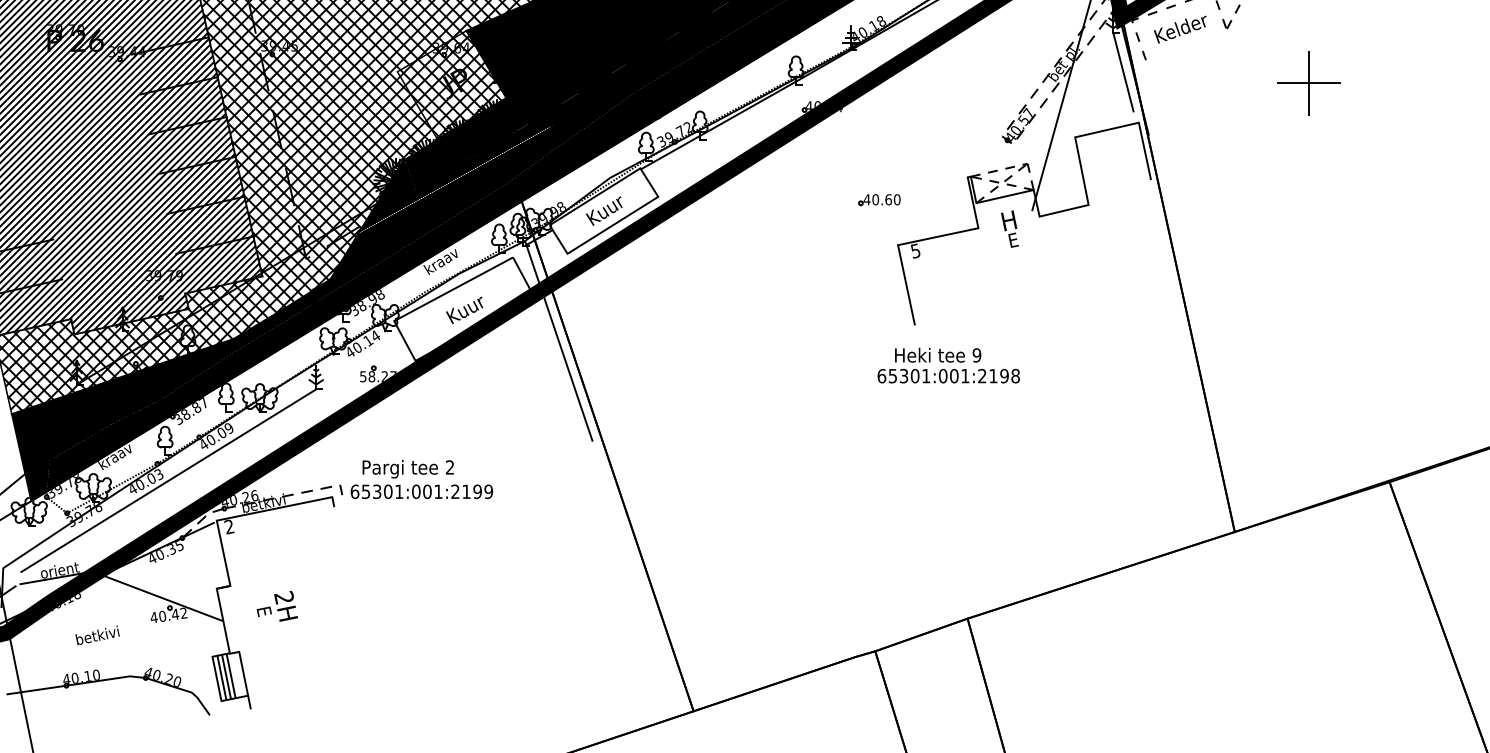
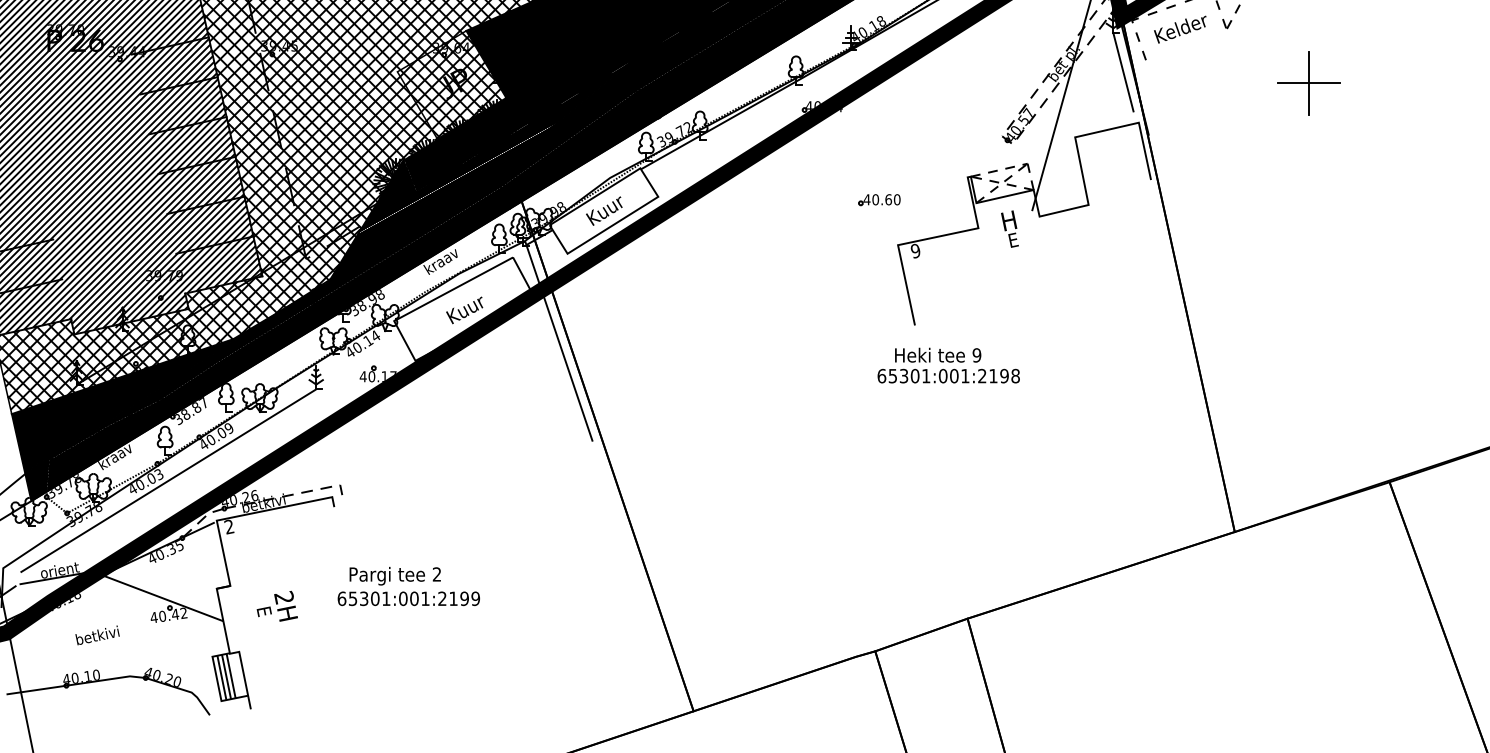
text at (915, 250): 5 -> 9
text at (373, 376): 58.27 -> 40.17
text at (421, 479) position: (421, 479) -> (408, 586)
